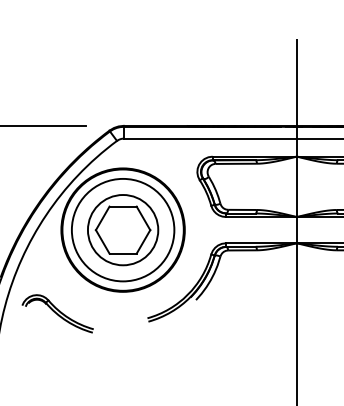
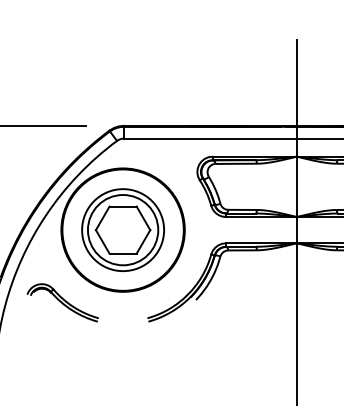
circle at (122, 229) diameter: 102 px -> 82 px
part at (57, 313) position: (57, 313) -> (62, 302)
